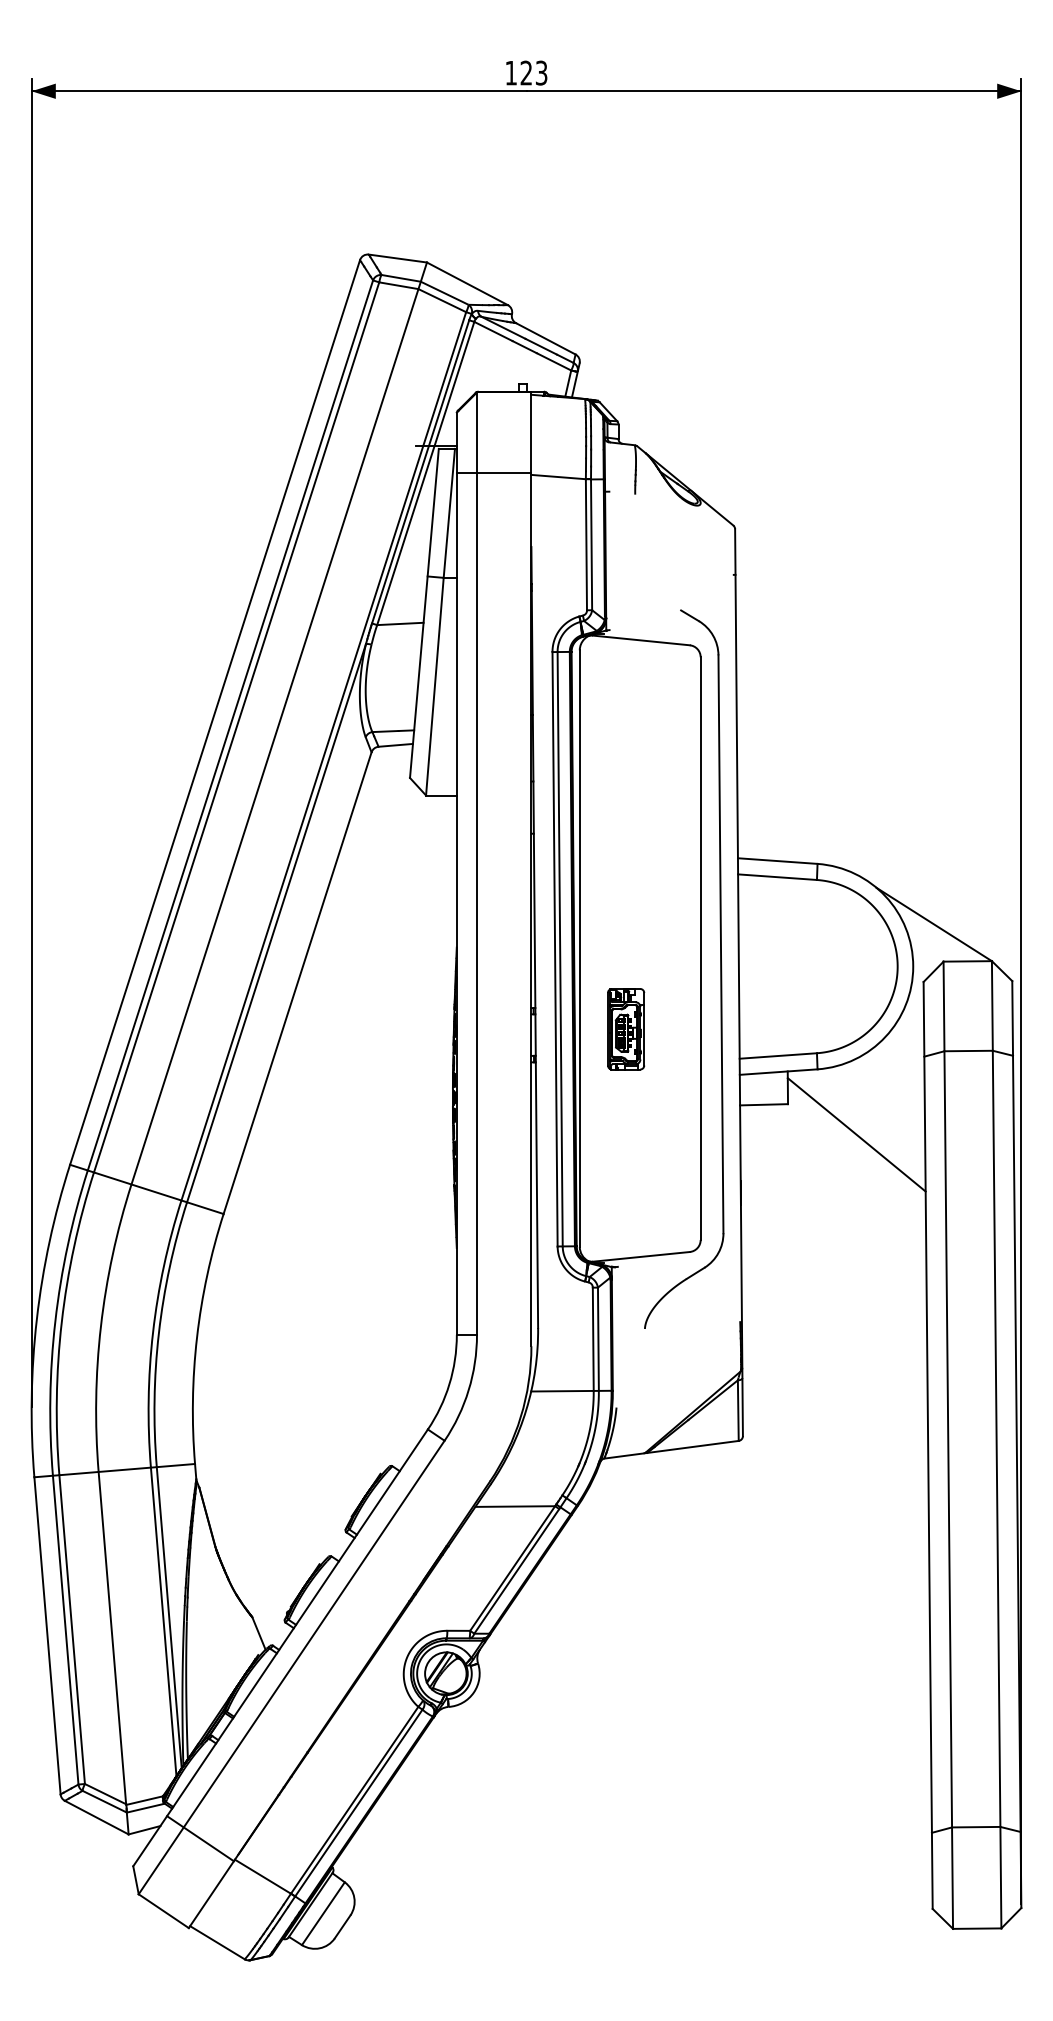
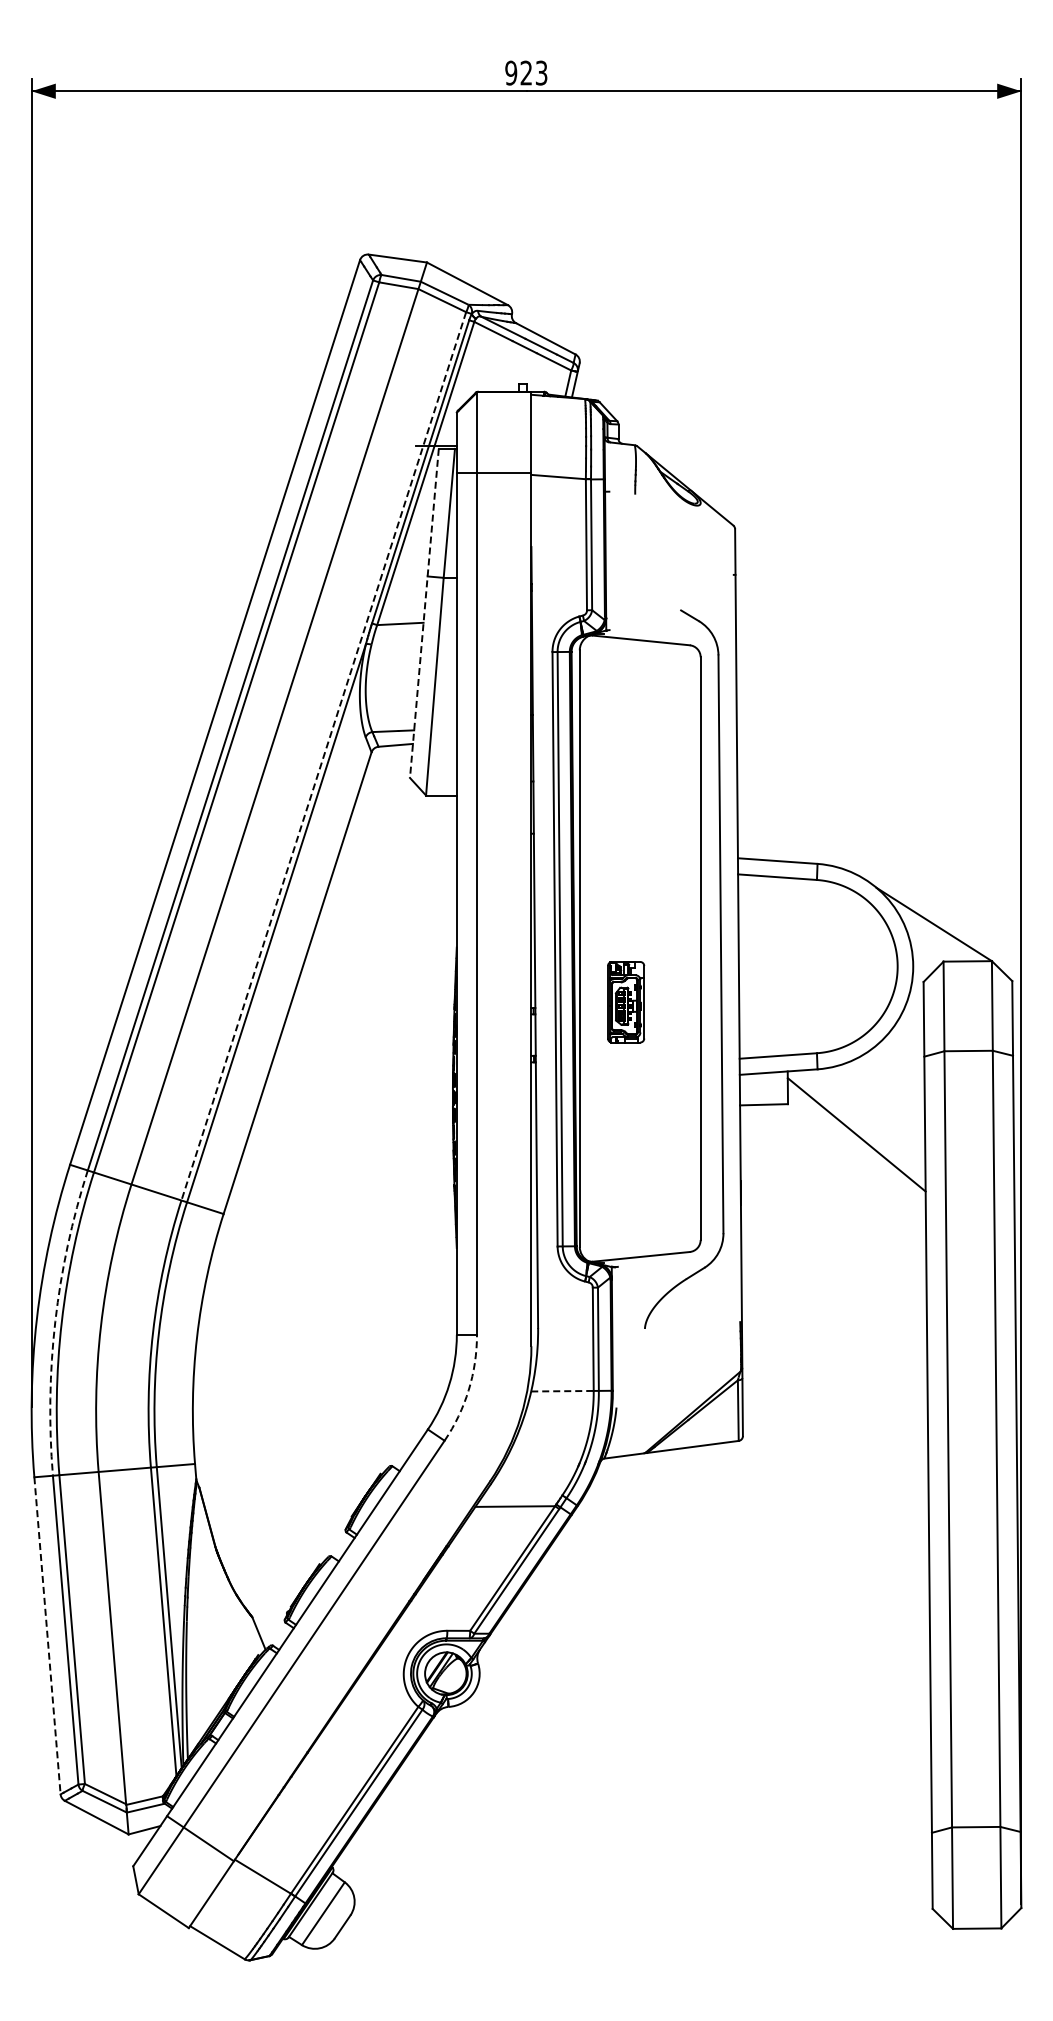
text at (511, 72): 123 -> 923
line at (424, 613): solid -> dashed
line at (323, 756): solid -> dashed
part at (626, 1029) position: (626, 1029) -> (626, 1002)
arc at (55, 1321): solid -> dashed
arc at (468, 1390): solid -> dashed
line at (562, 1391): solid -> dashed
line at (47, 1636): solid -> dashed
